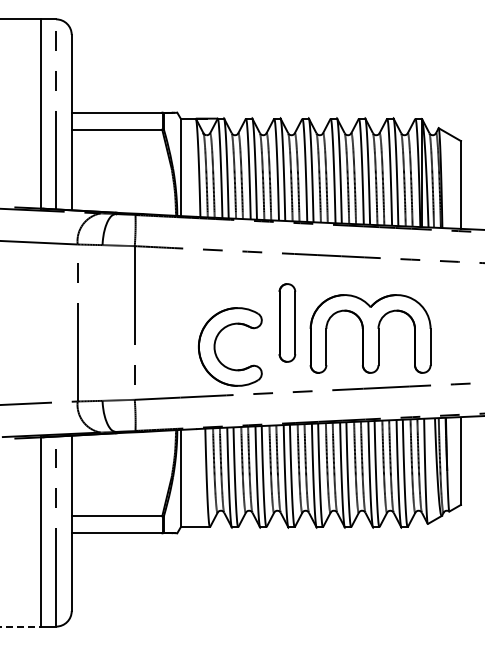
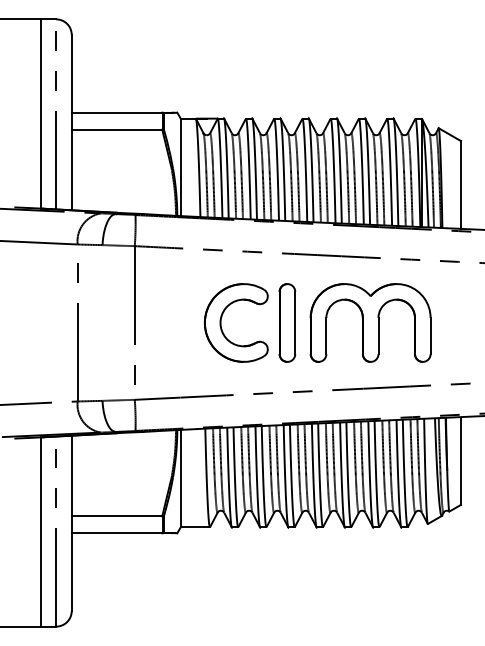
part at (370, 333) position: (370, 333) -> (370, 322)
part at (216, 341) position: (216, 341) -> (222, 317)
line at (20, 626): dashed -> solid
